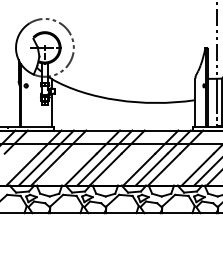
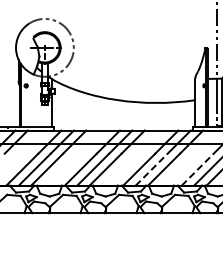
line at (151, 169): solid -> dashed
line at (197, 169): solid -> dashed
